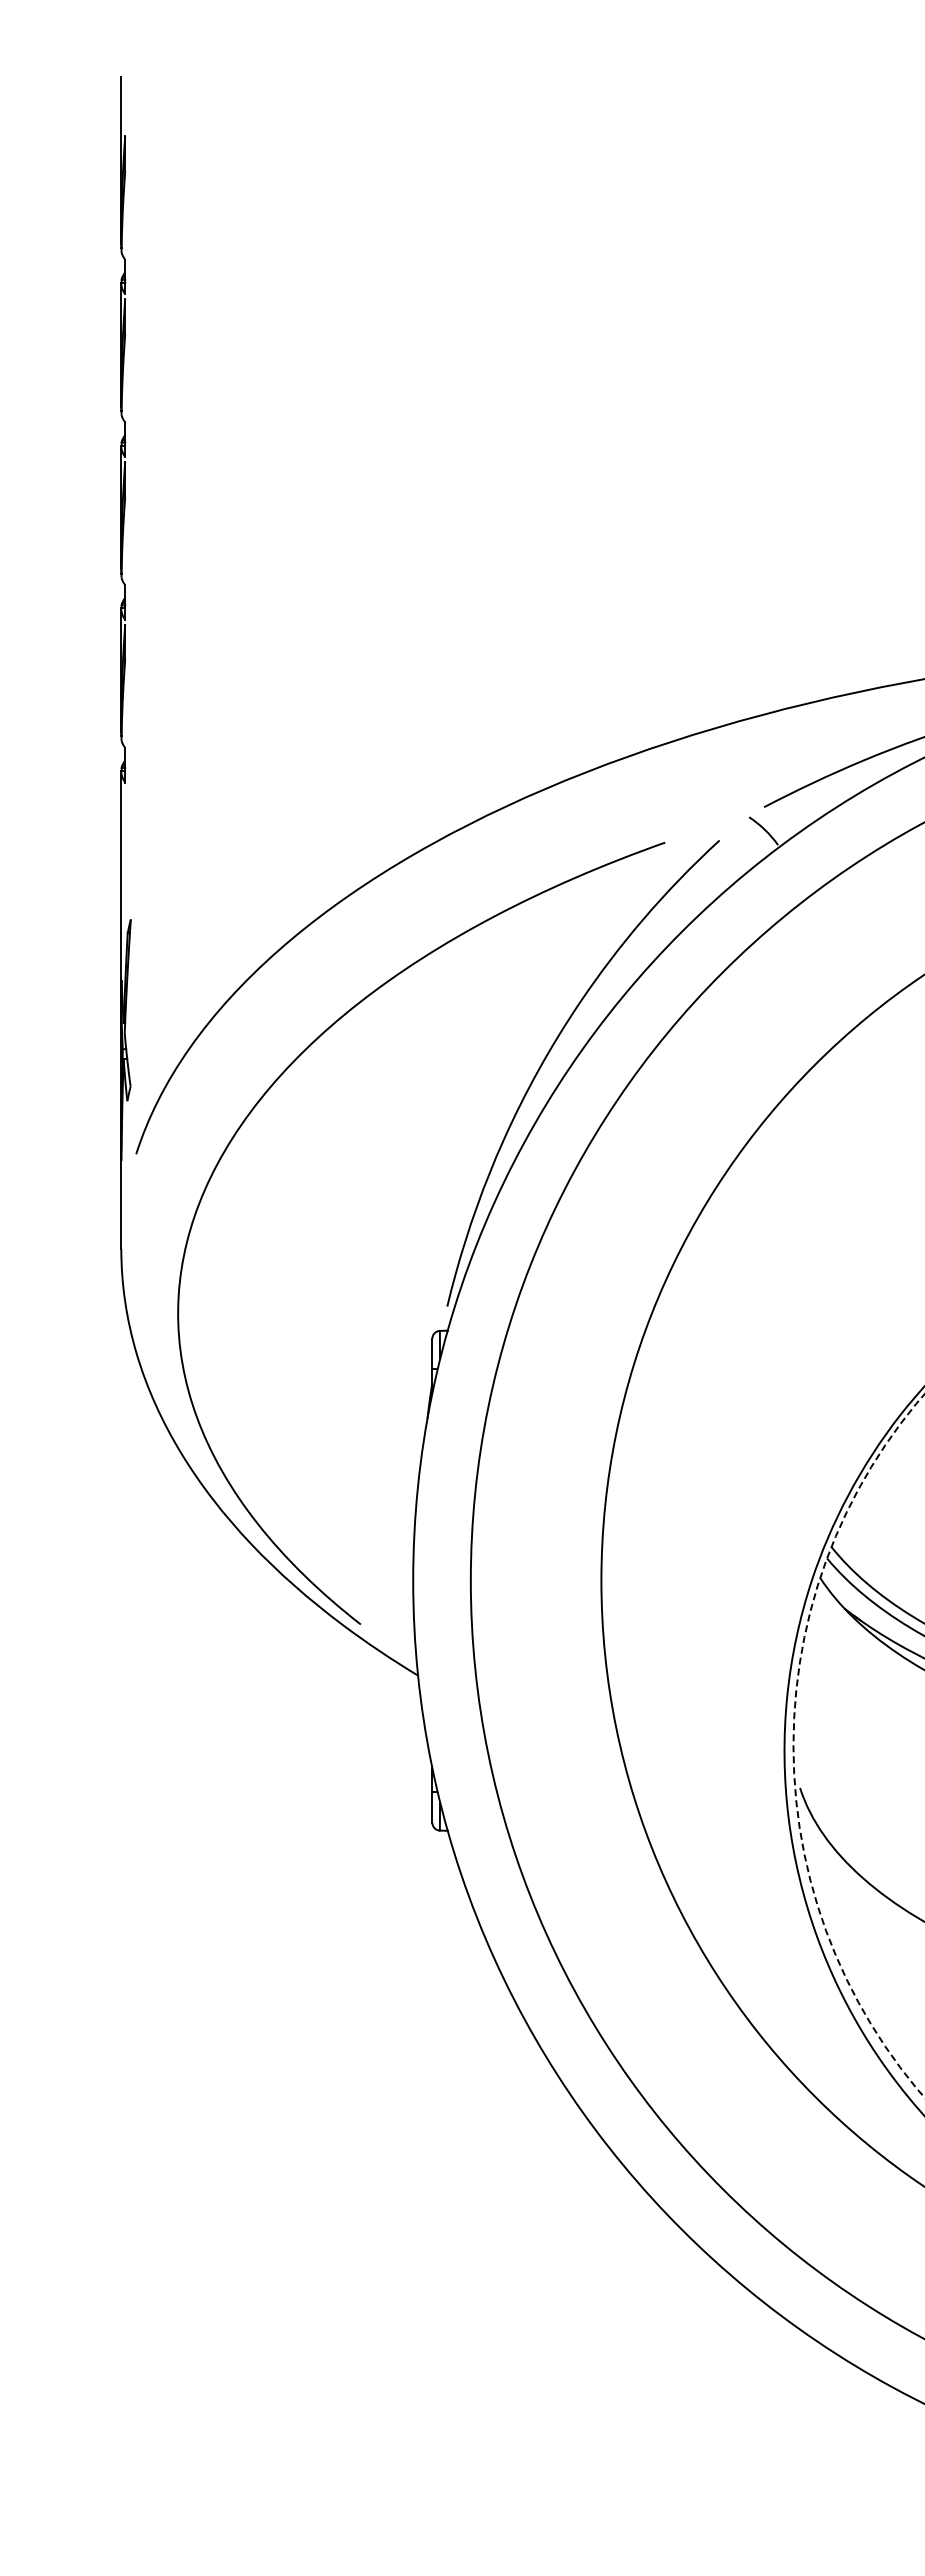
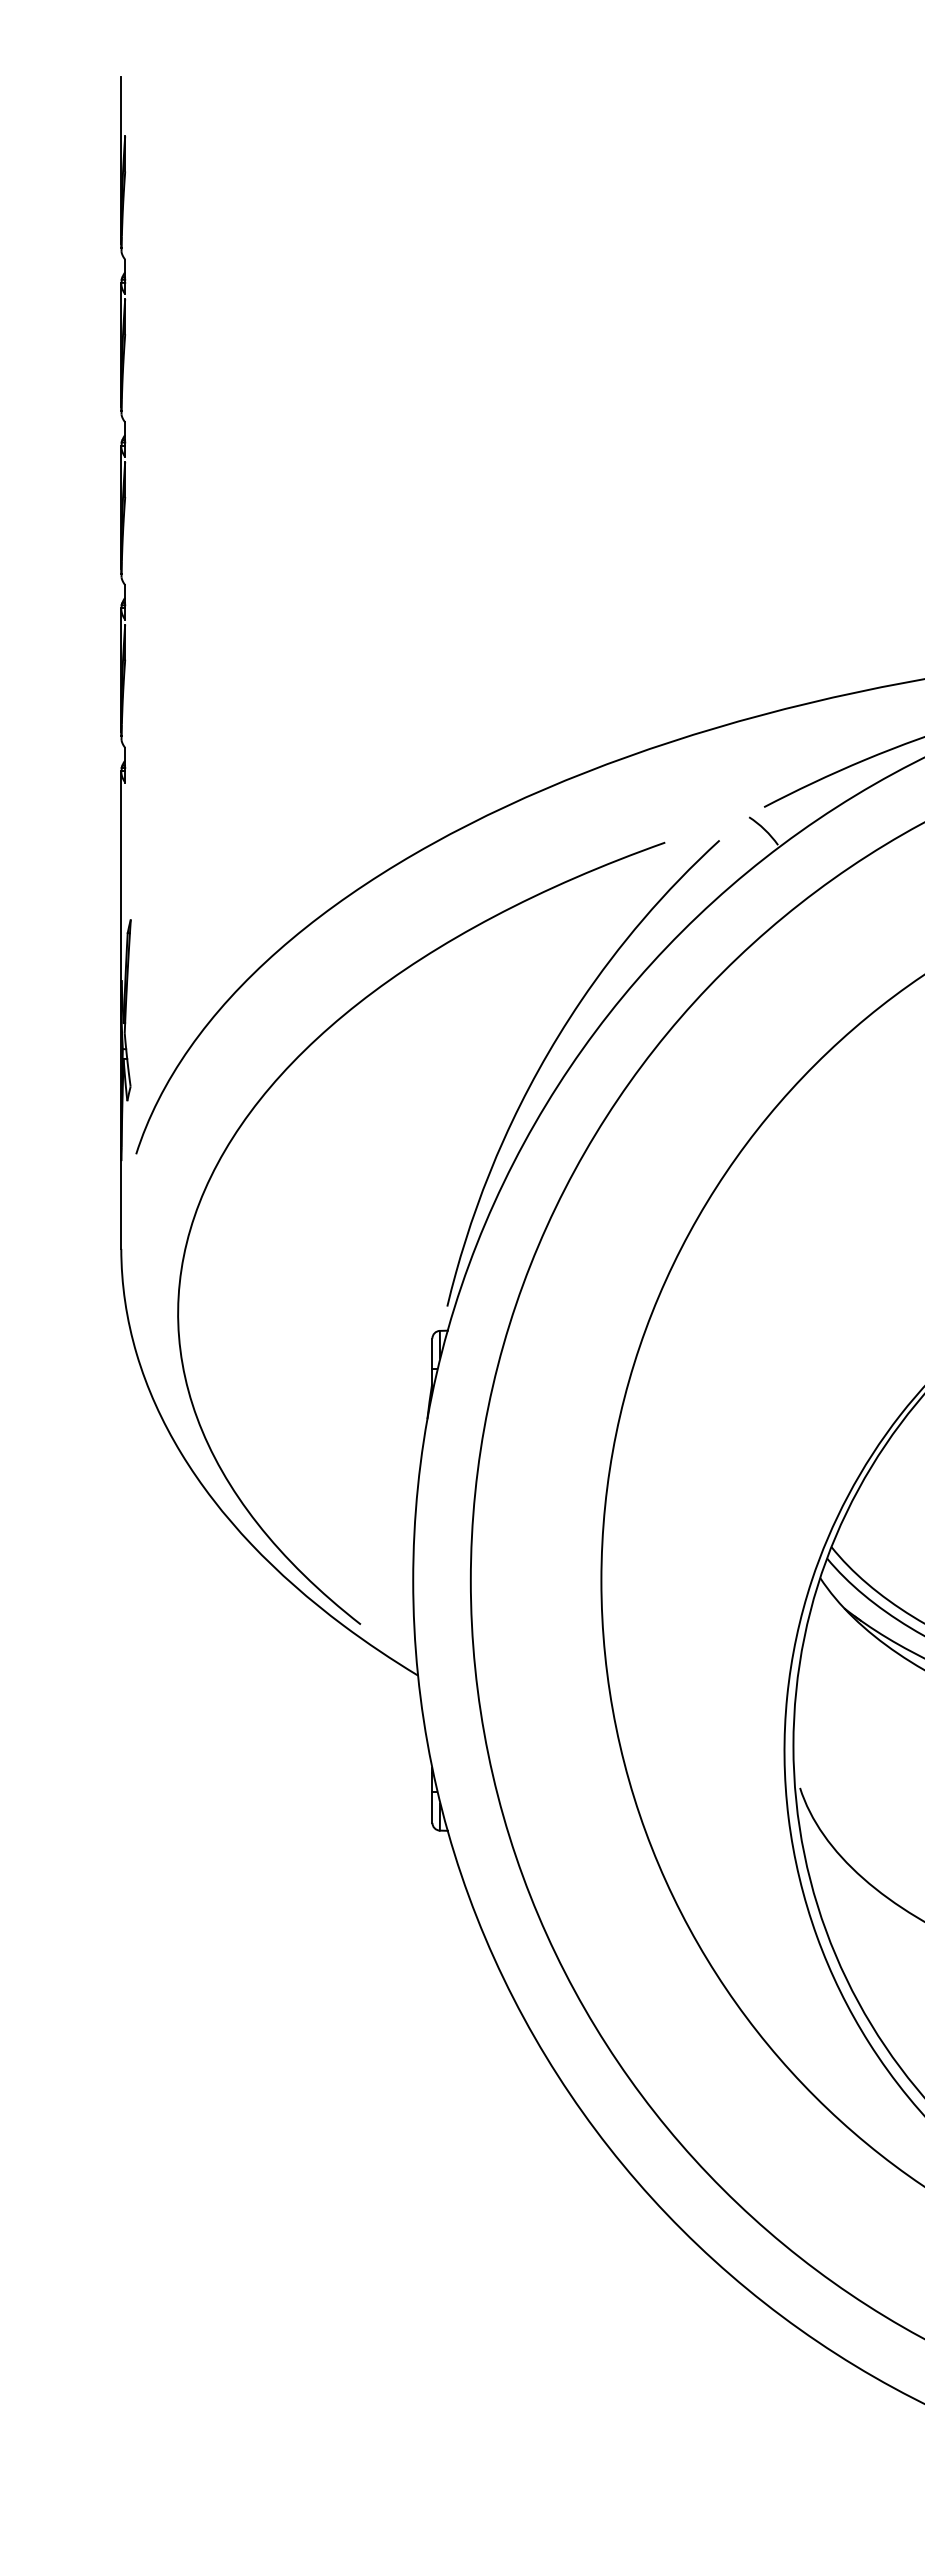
circle at (858, 1745): dashed -> solid
